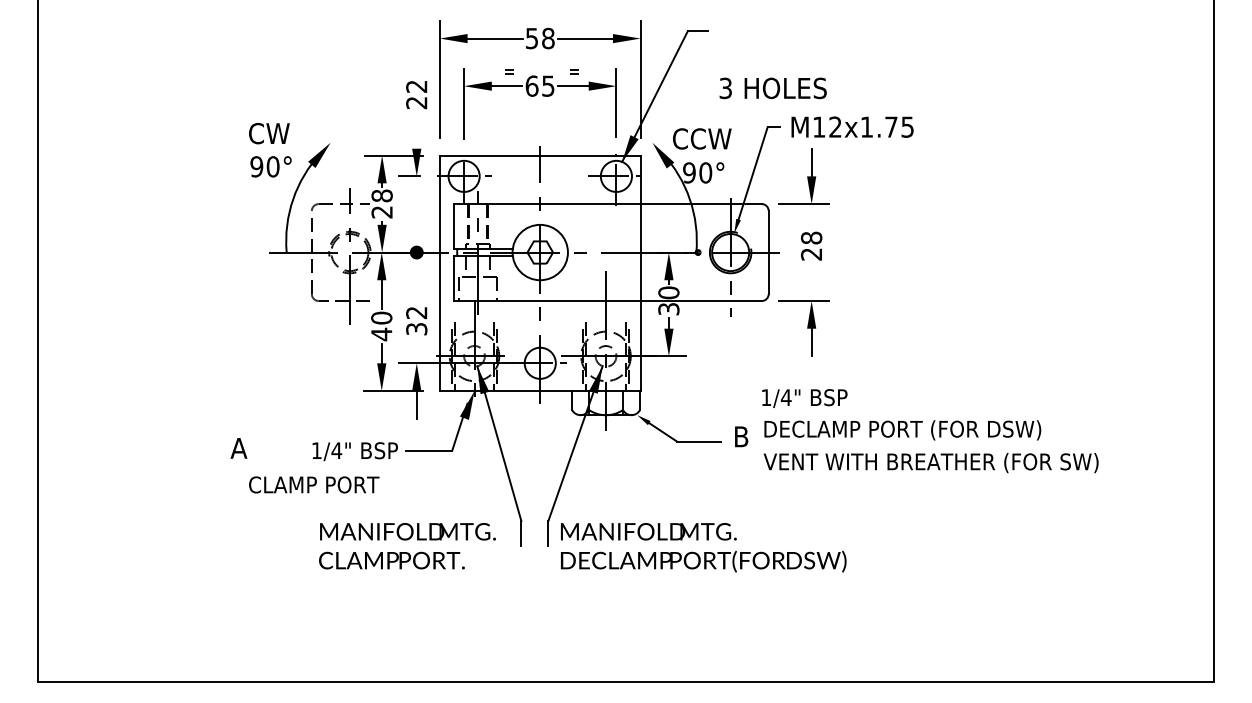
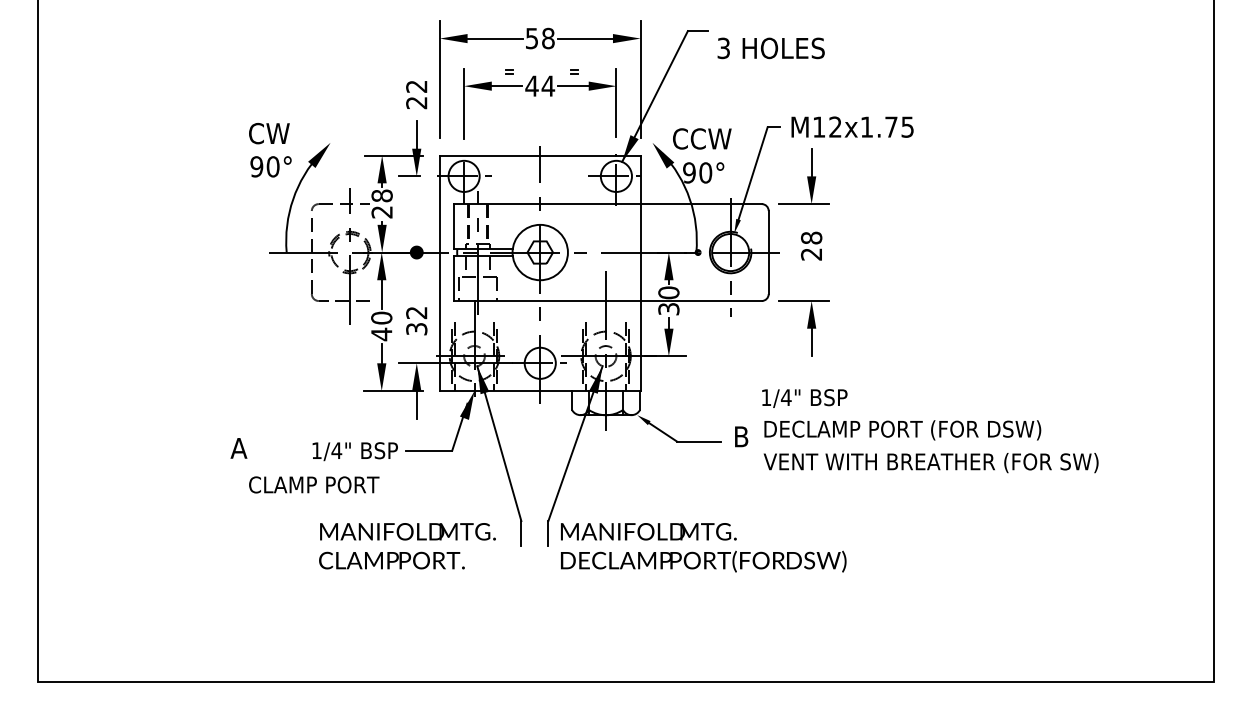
text at (540, 85): 65 -> 44
text at (772, 88) position: (772, 88) -> (770, 48)
line at (416, 134): none -> present
